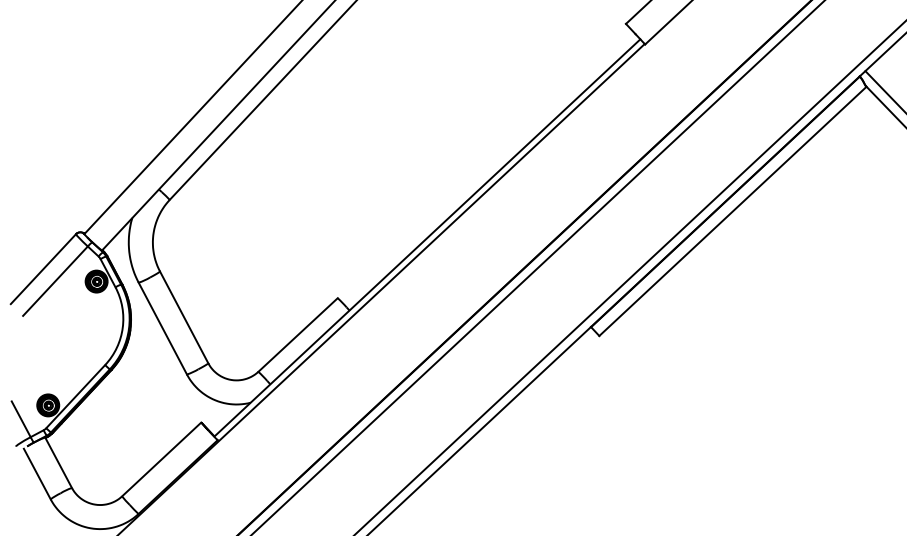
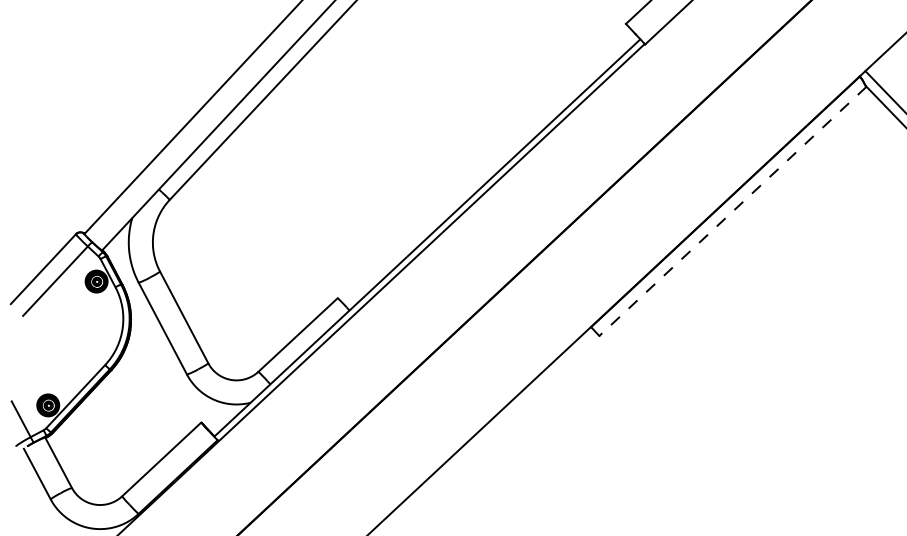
line at (732, 211): solid -> dashed
line at (538, 267): present -> none
line at (630, 277): present -> none
